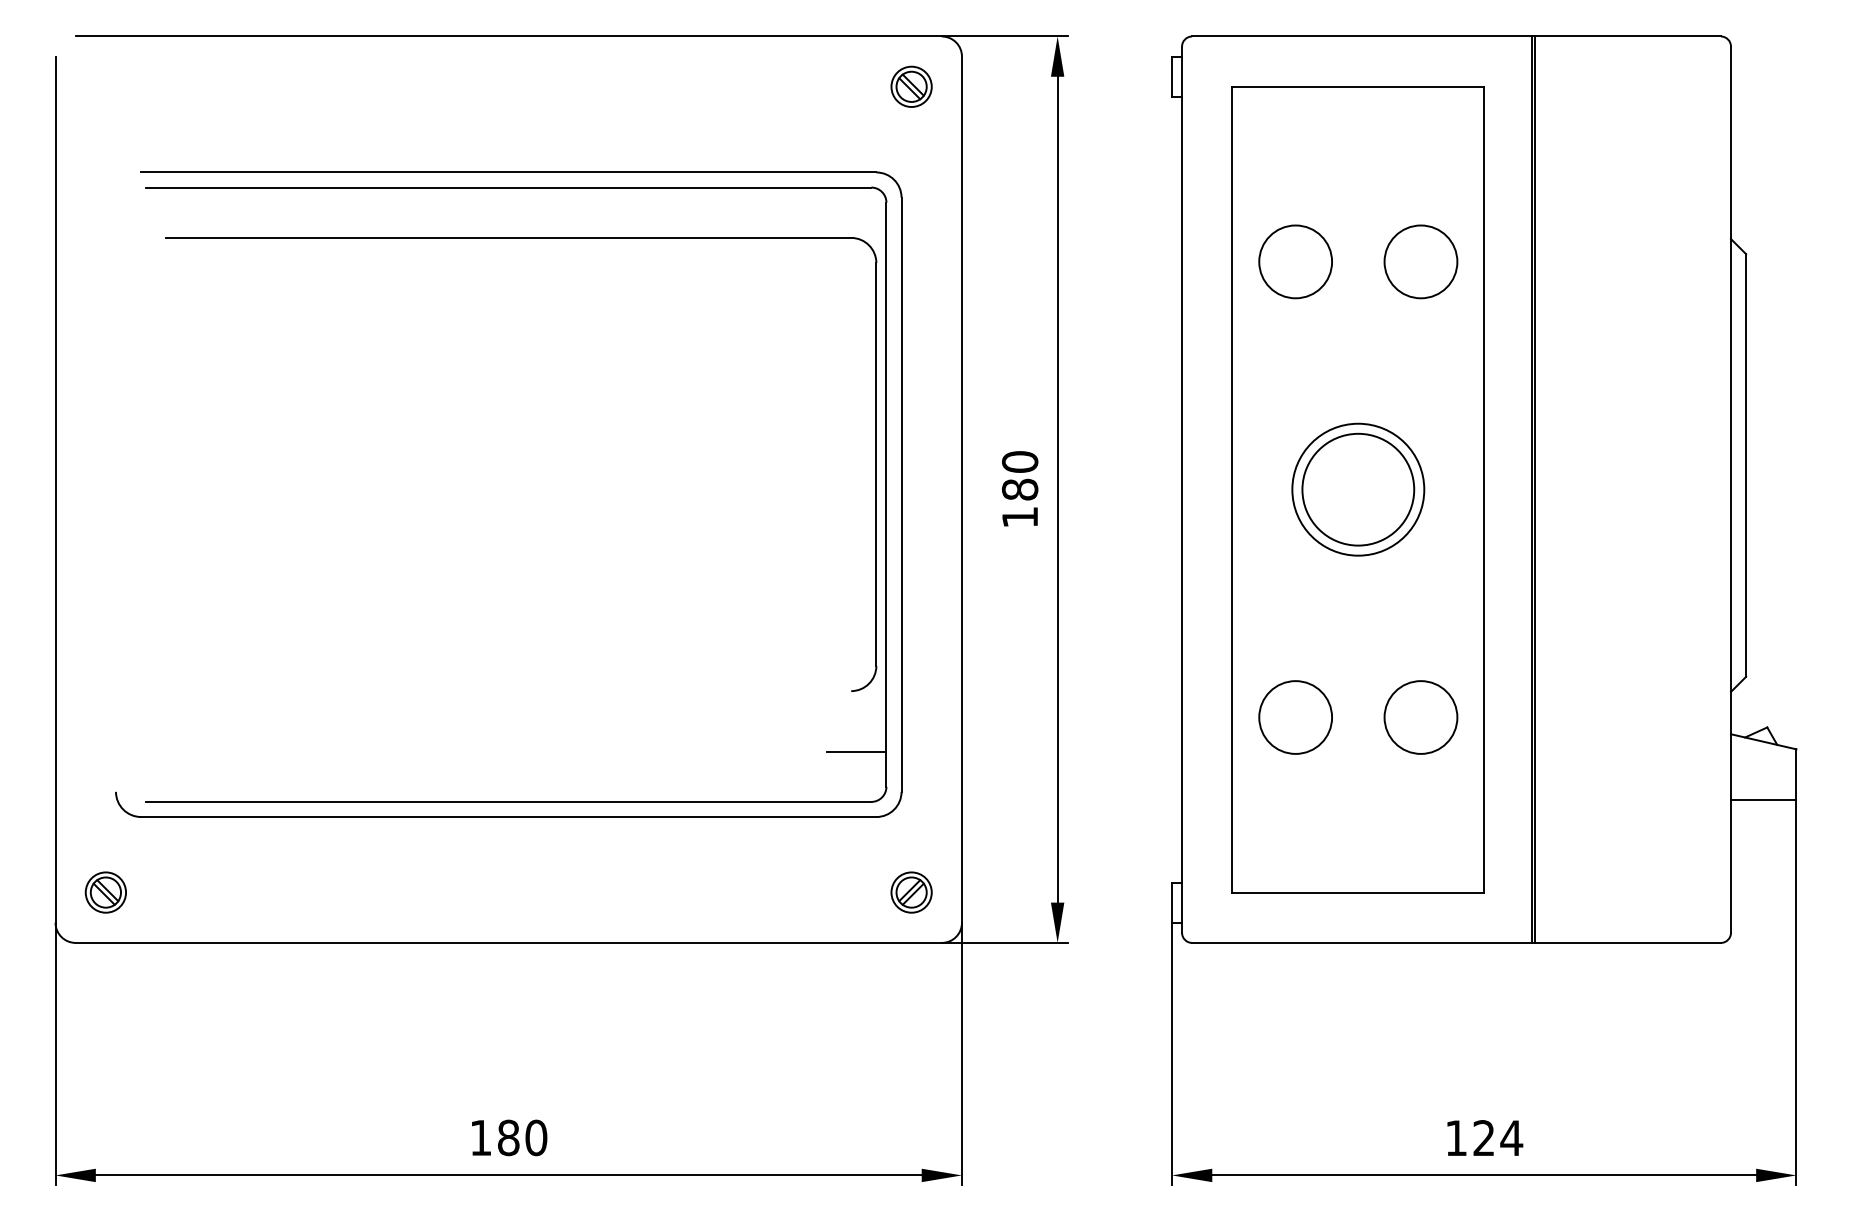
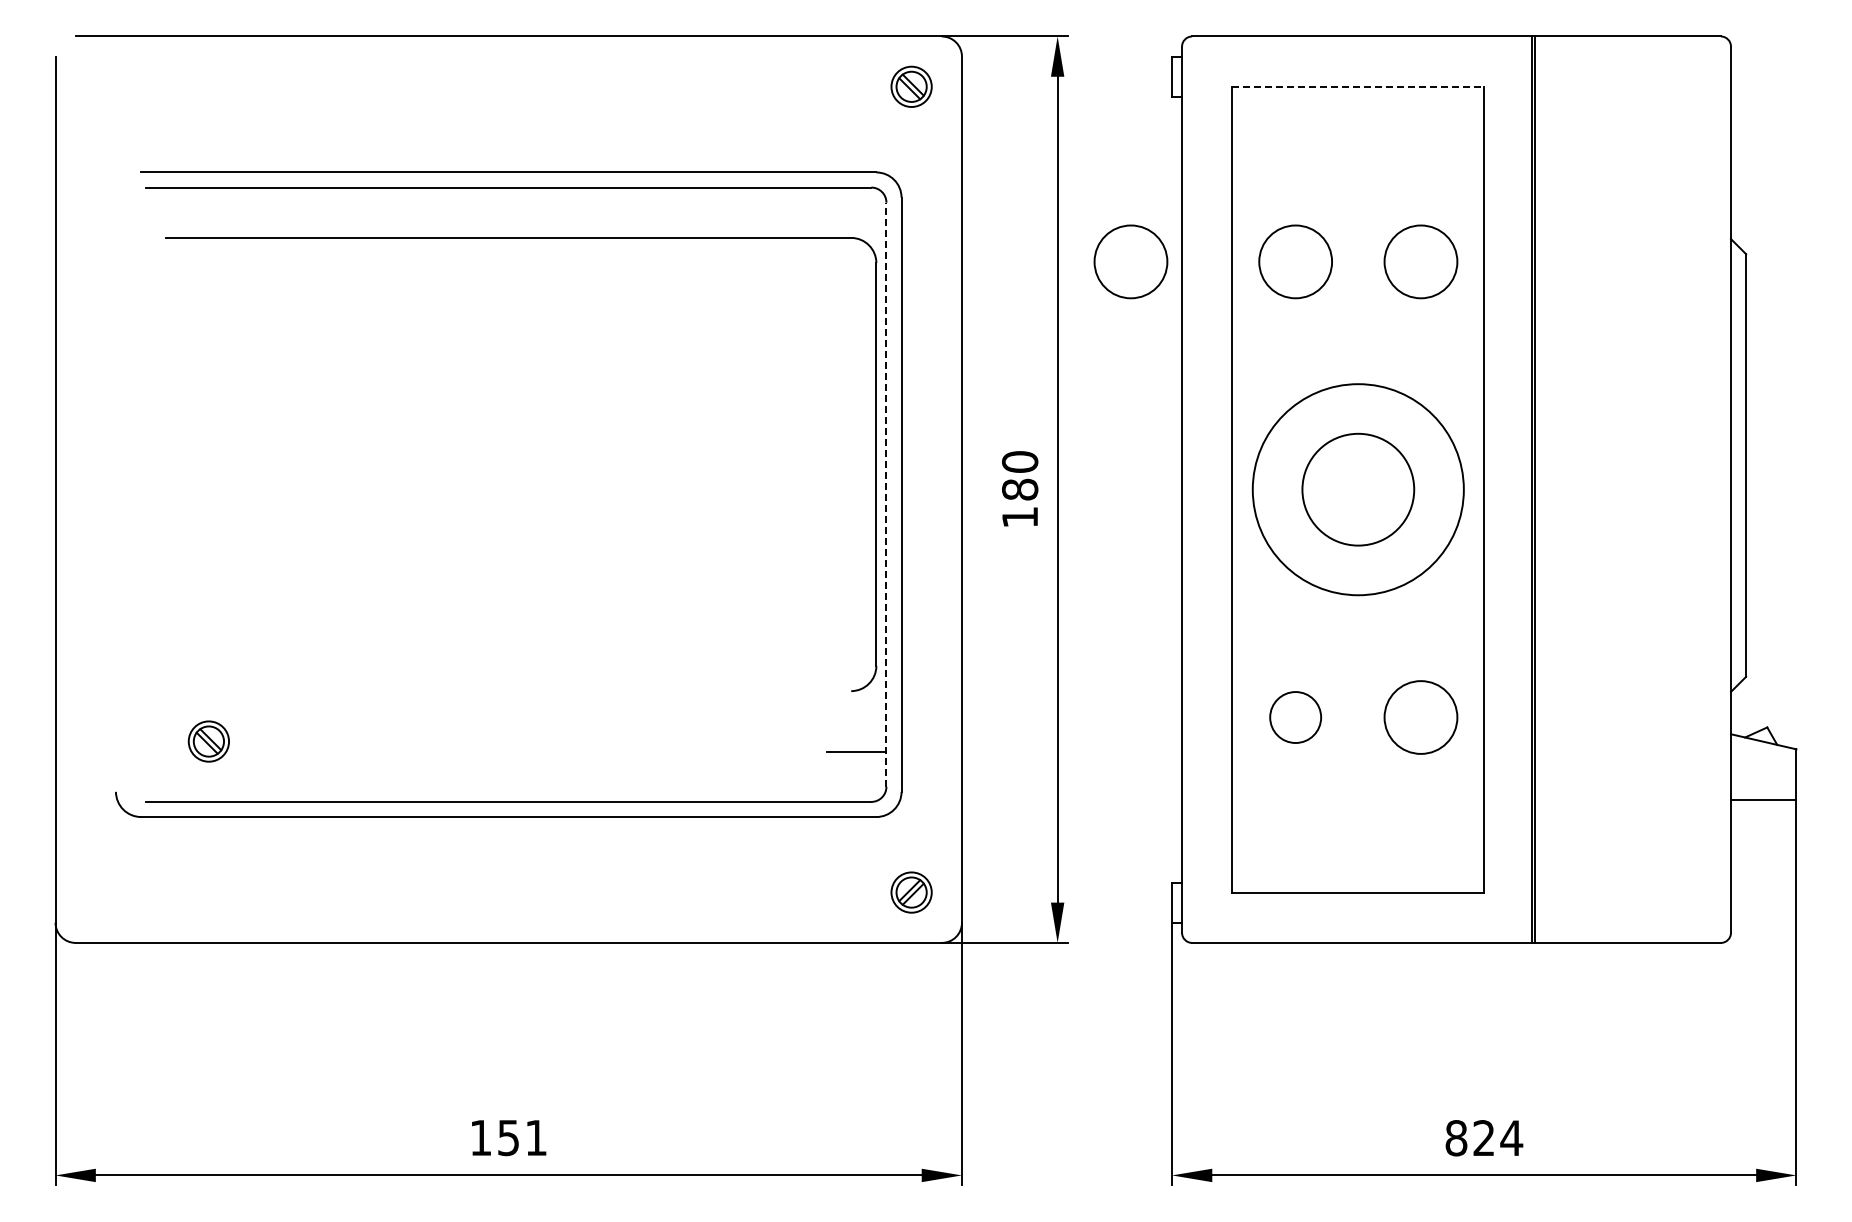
line at (1358, 86): solid -> dashed
circle at (1130, 261): none -> present
circle at (1358, 489) diameter: 132 px -> 211 px
line at (886, 494): solid -> dashed
circle at (1295, 717) diameter: 73 px -> 51 px
part at (105, 892) position: (105, 892) -> (208, 741)
text at (522, 1137): 180 -> 151
text at (1456, 1138): 124 -> 824
